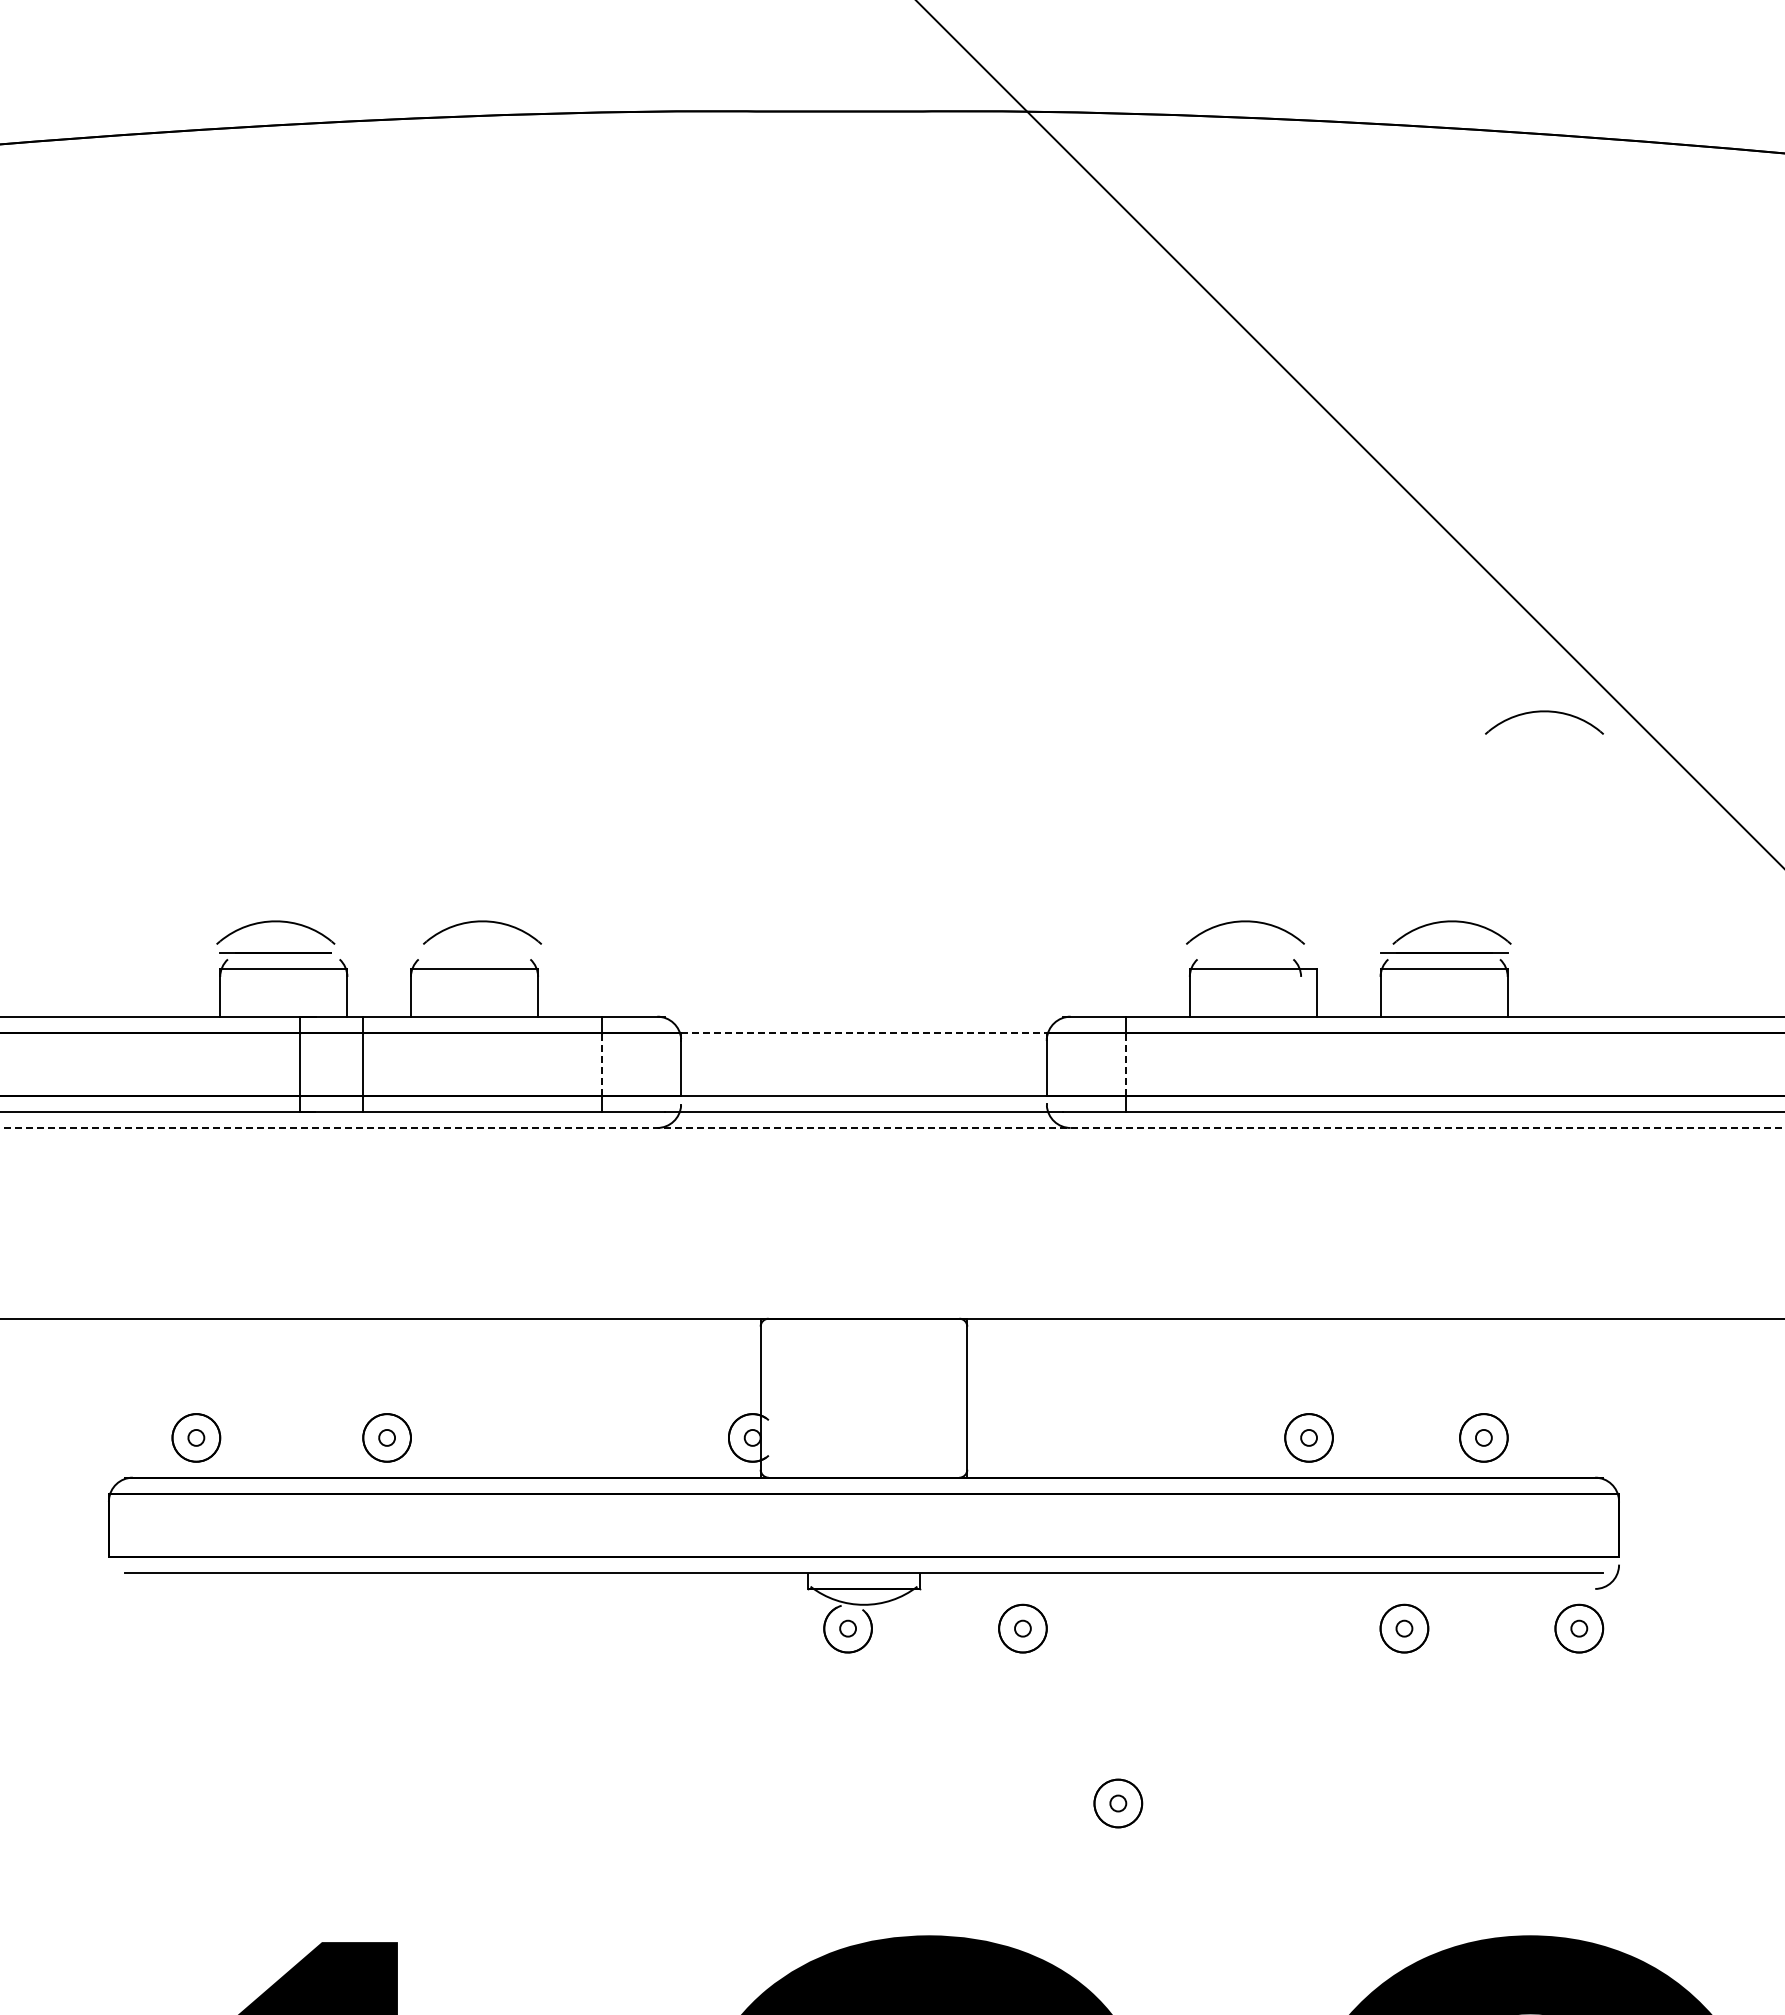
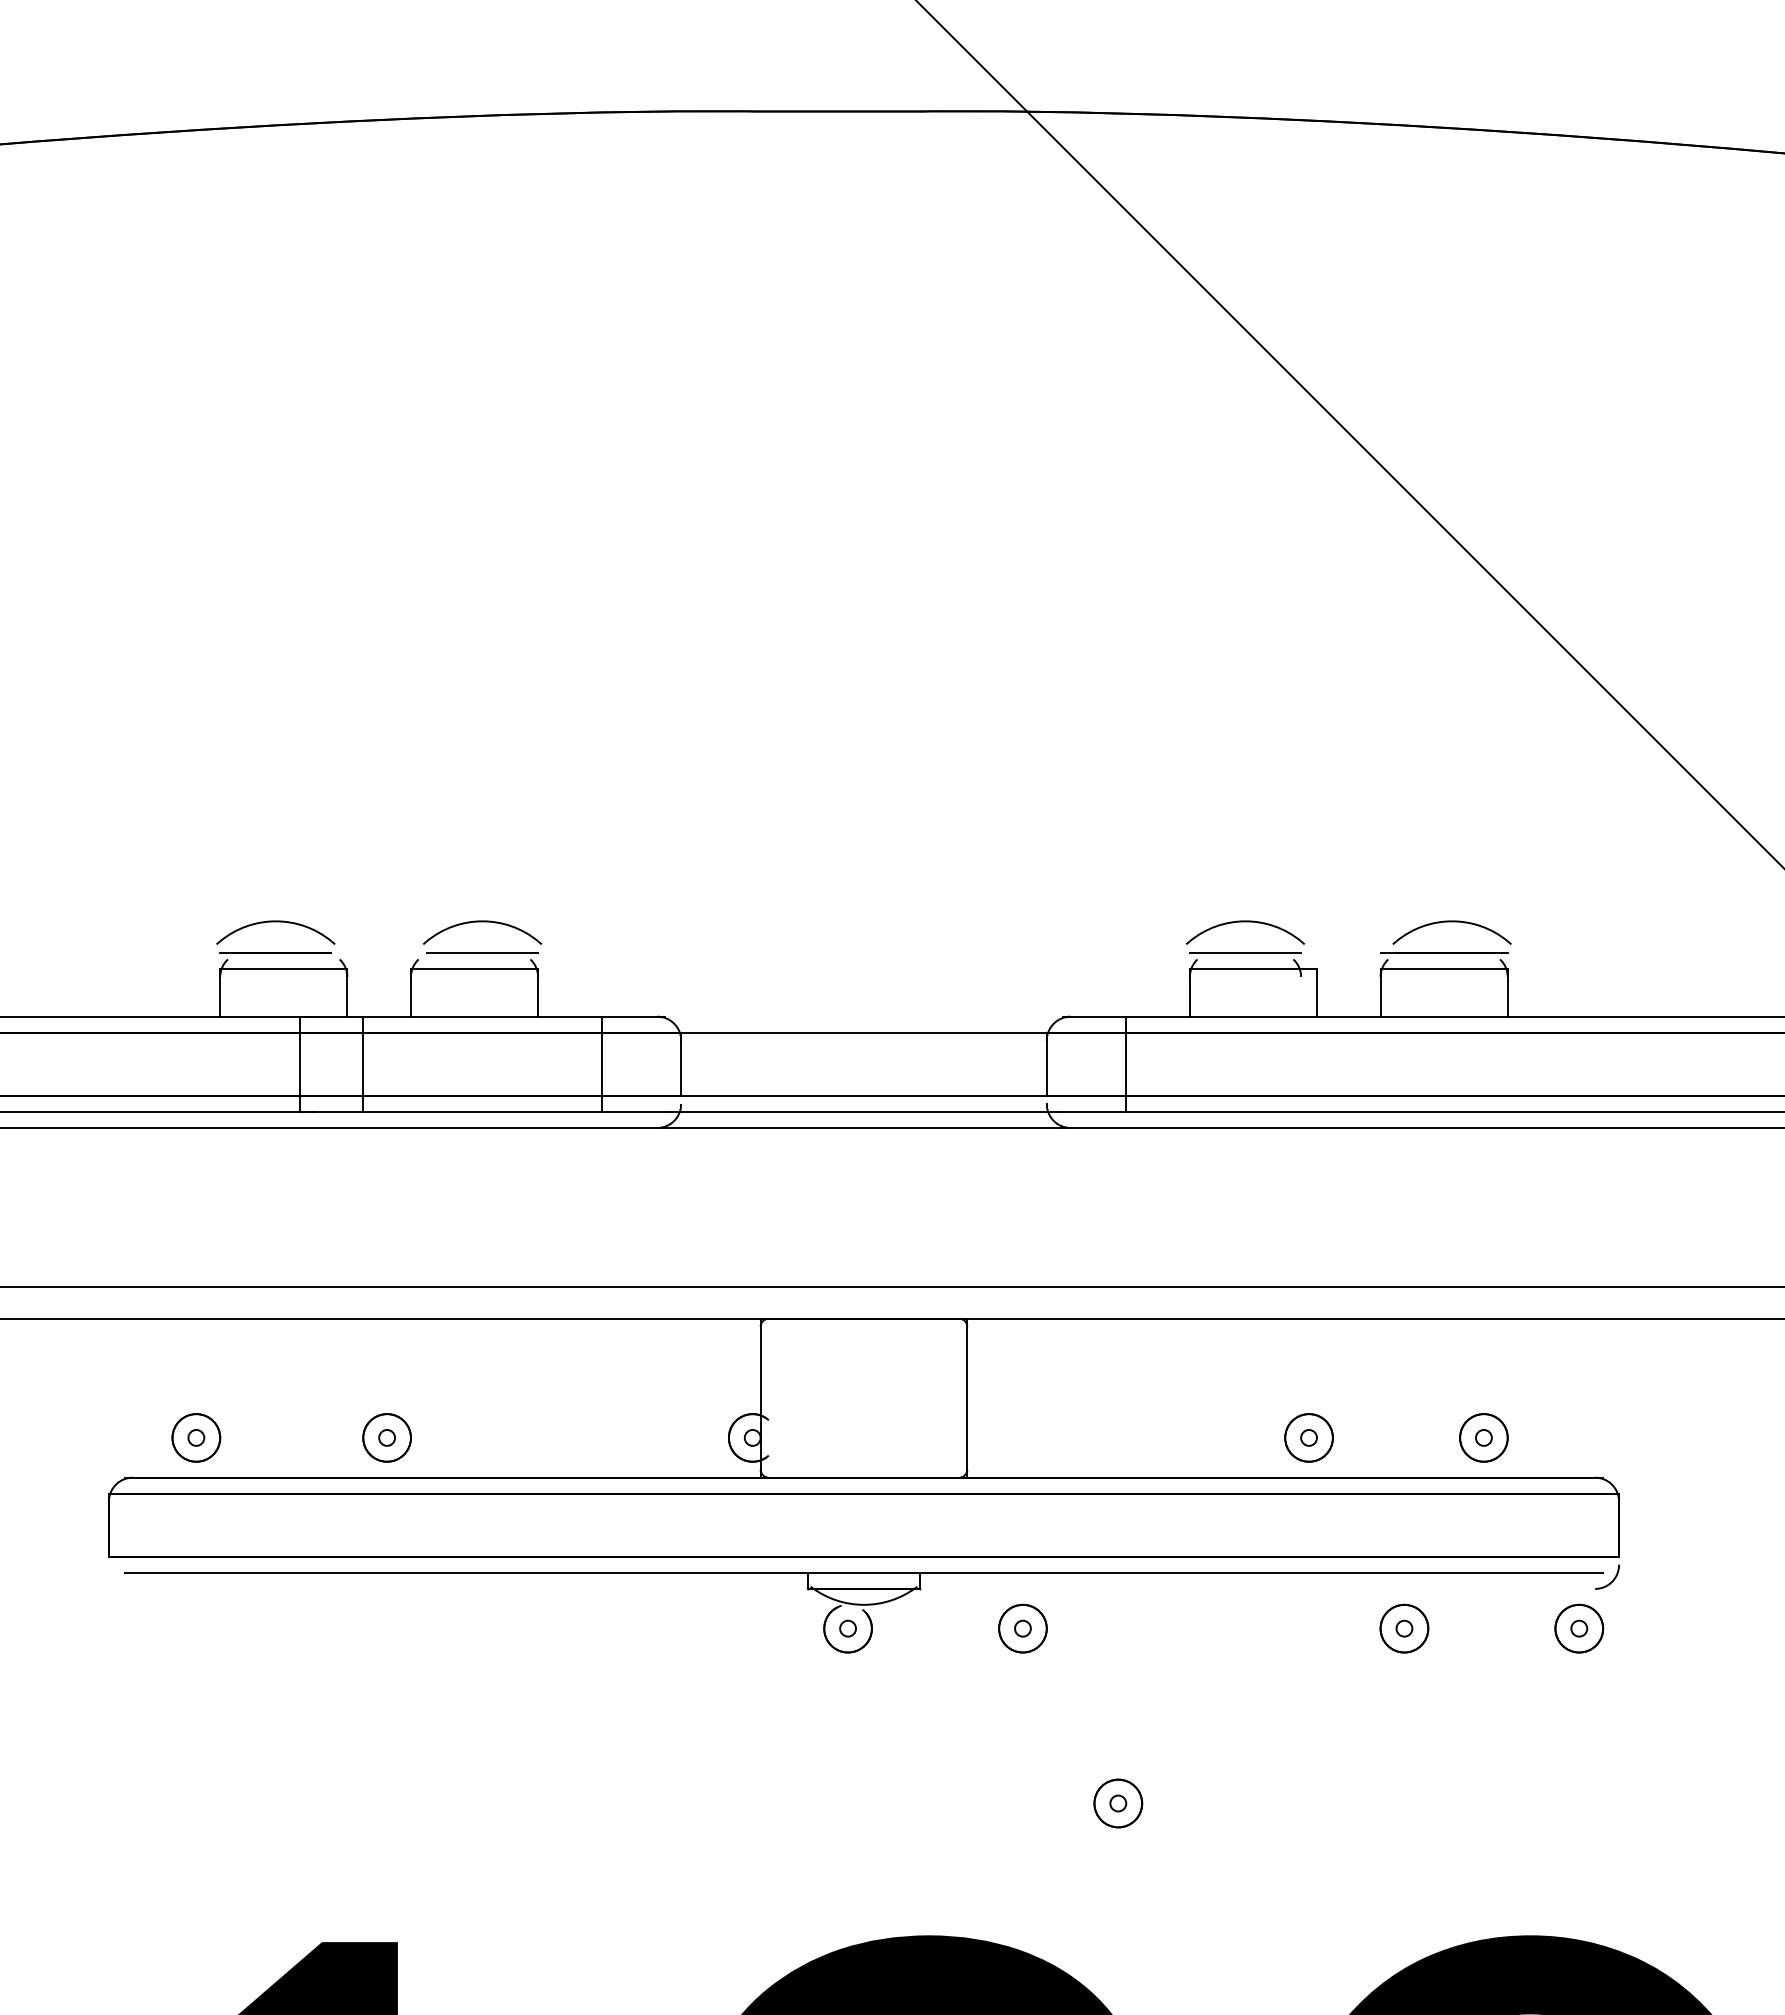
part at (1544, 712): present -> none
line at (482, 953): none -> present
line at (1245, 953): none -> present
line at (863, 1032): dashed -> solid
line at (601, 1064): dashed -> solid
line at (1126, 1064): dashed -> solid
line at (892, 1127): dashed -> solid
line at (891, 1286): none -> present
